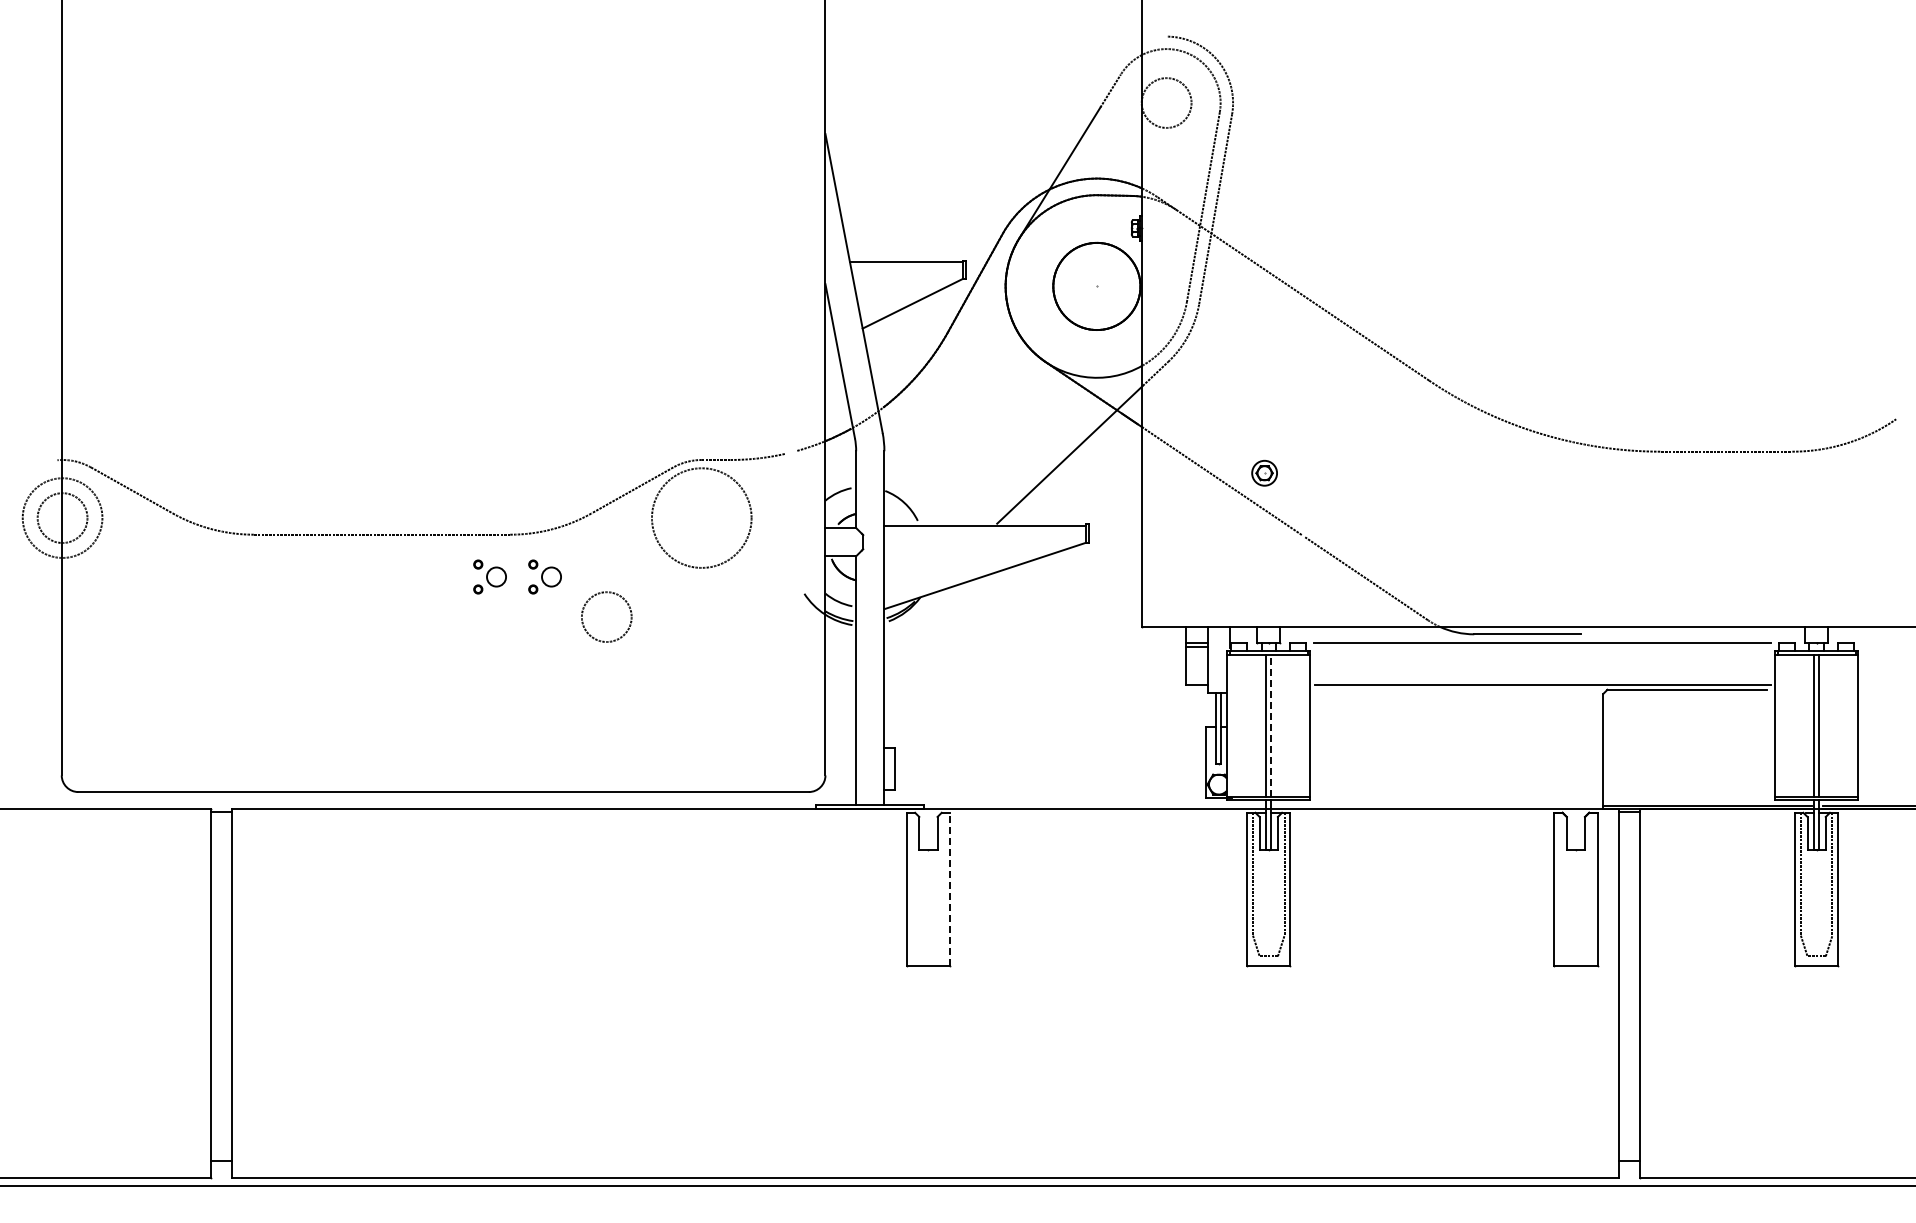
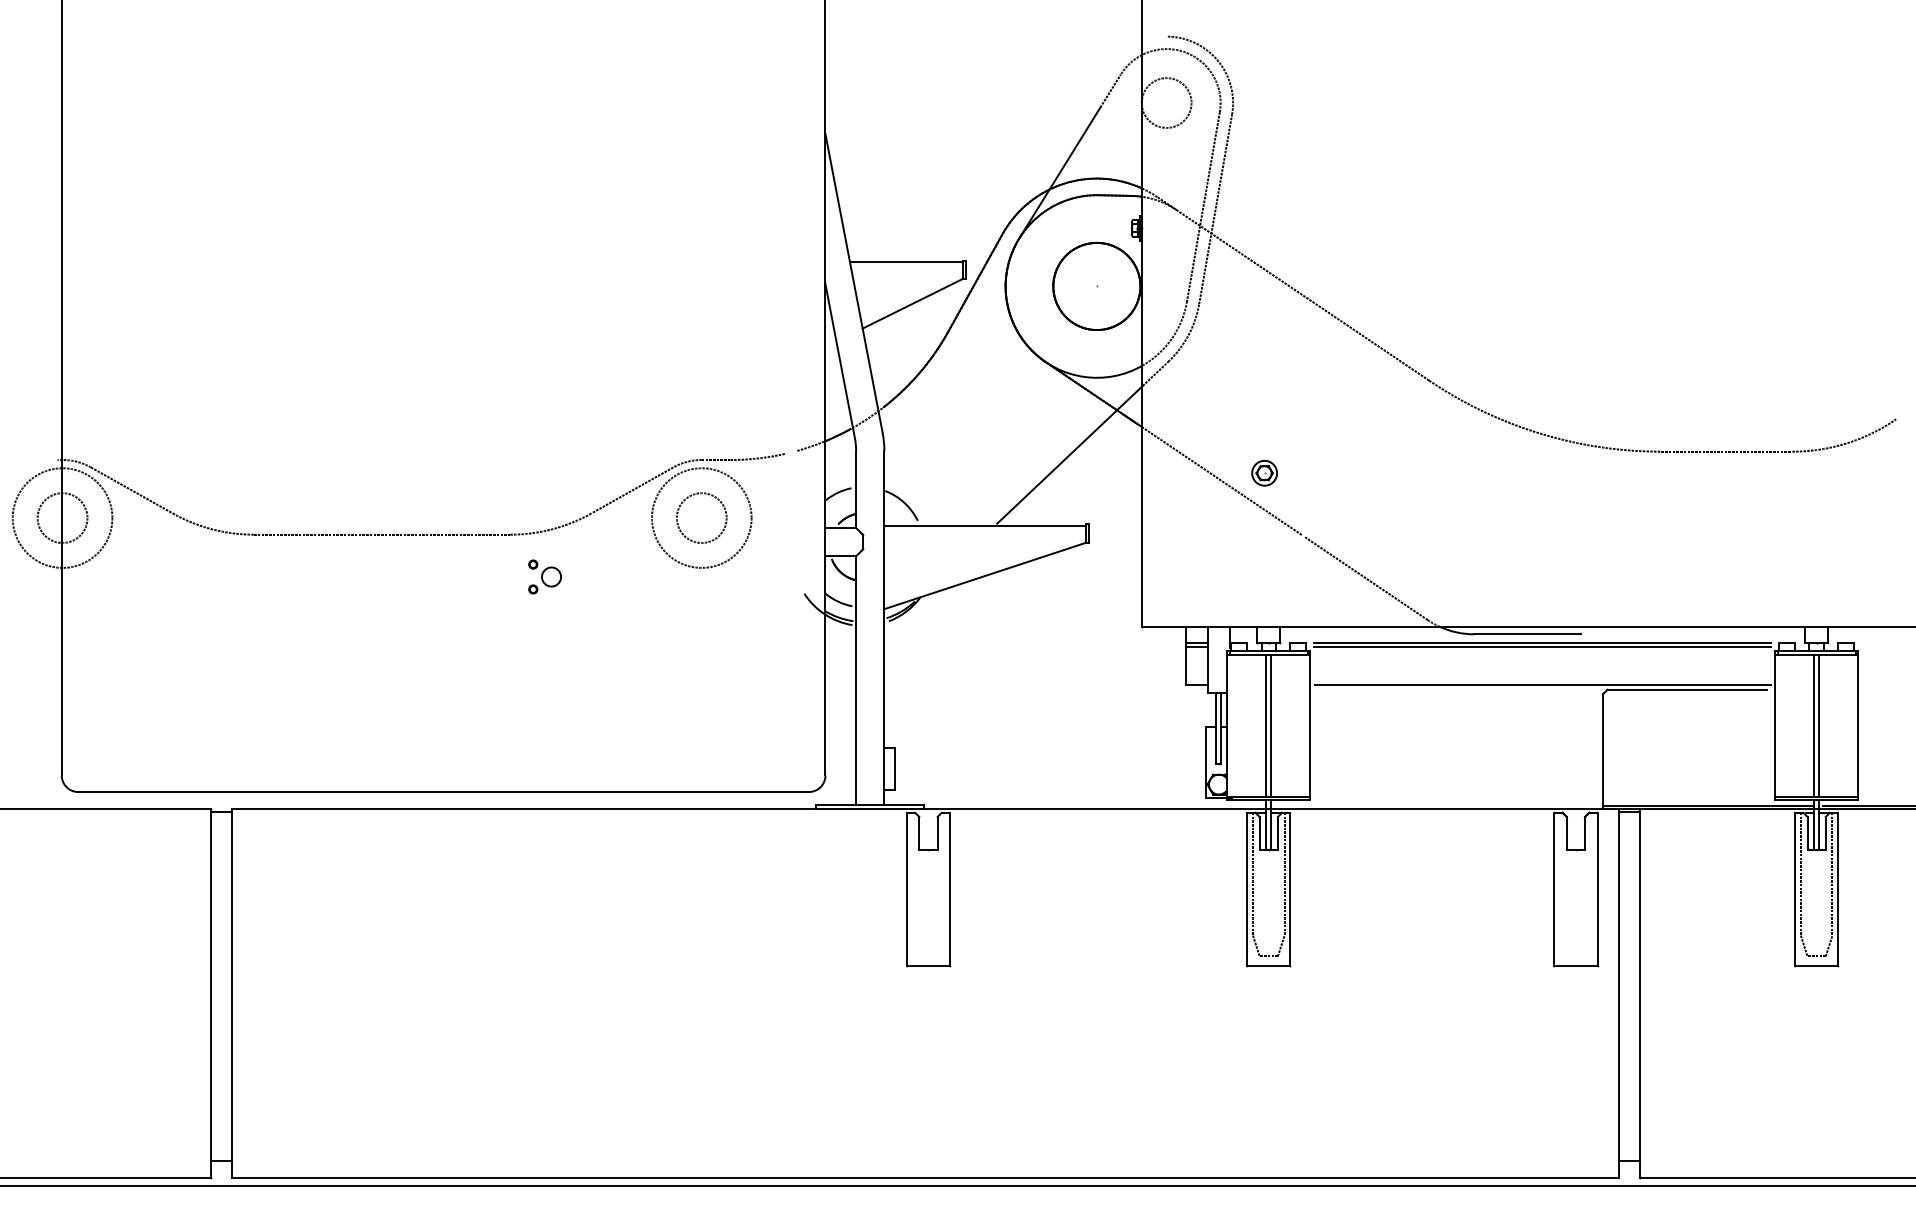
circle at (62, 517) diameter: 80 px -> 100 px
part at (489, 576): present -> none
circle at (606, 616) position: (606, 616) -> (701, 517)
line at (1542, 647): none -> present
line at (1271, 725): dashed -> solid
line at (950, 889): dashed -> solid
